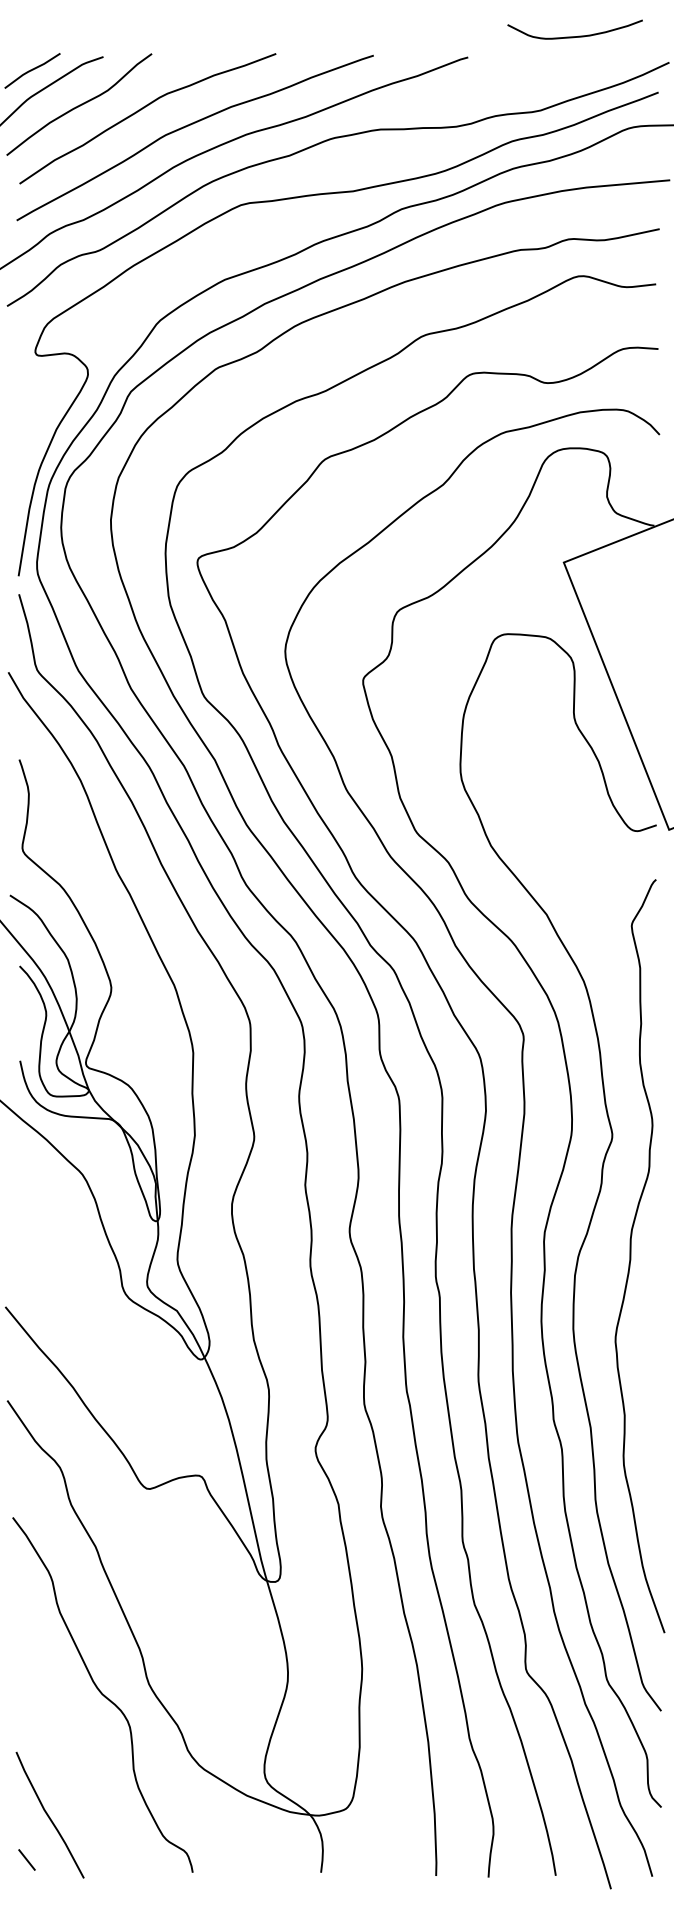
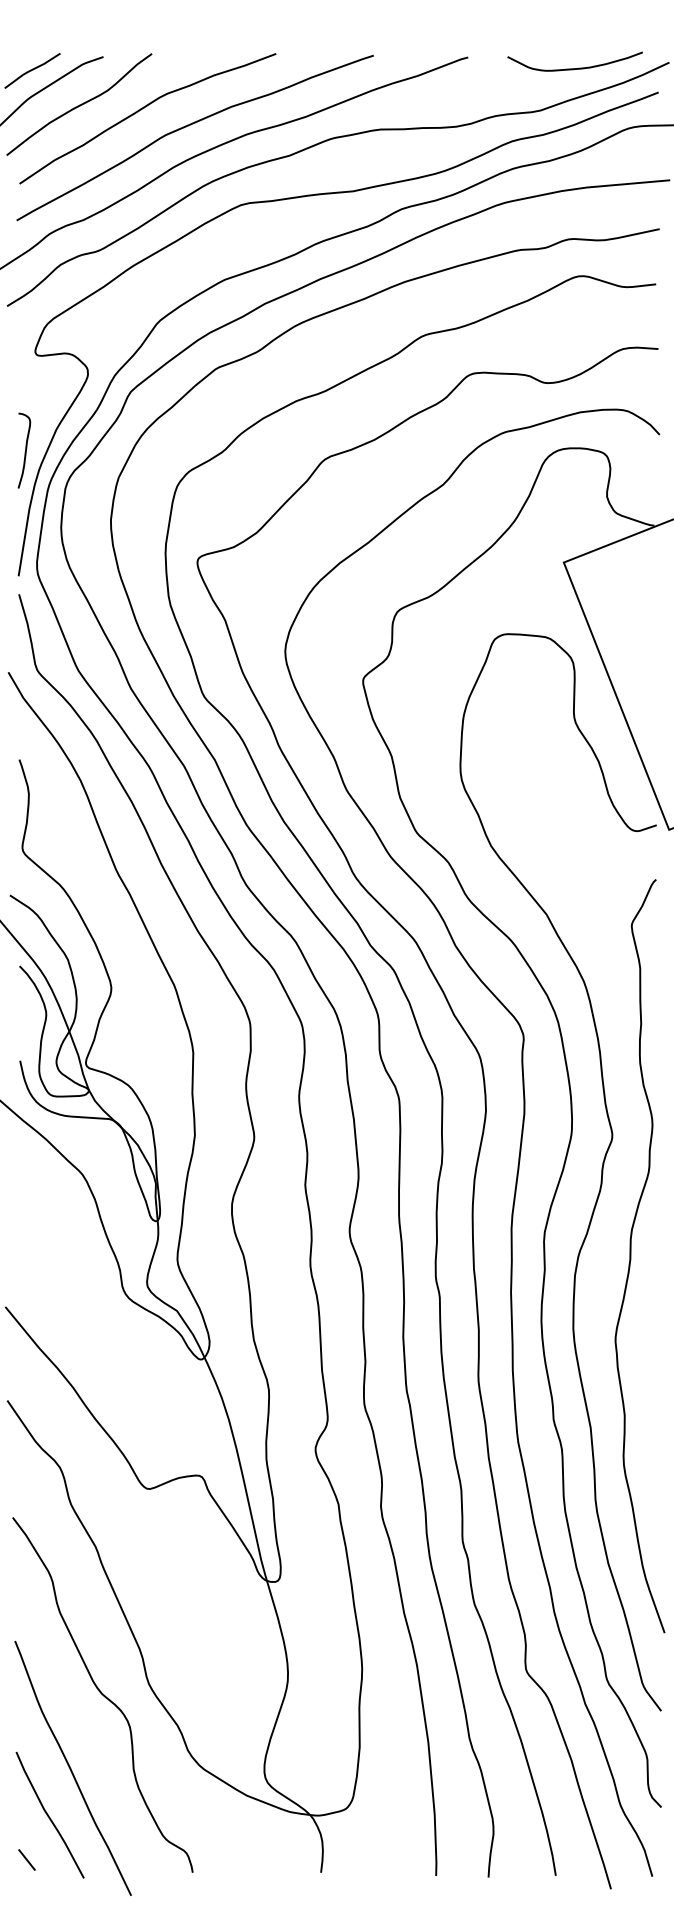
curve at (574, 36) position: (574, 36) -> (574, 68)
curve at (25, 450): none -> present
curve at (71, 1768): none -> present
